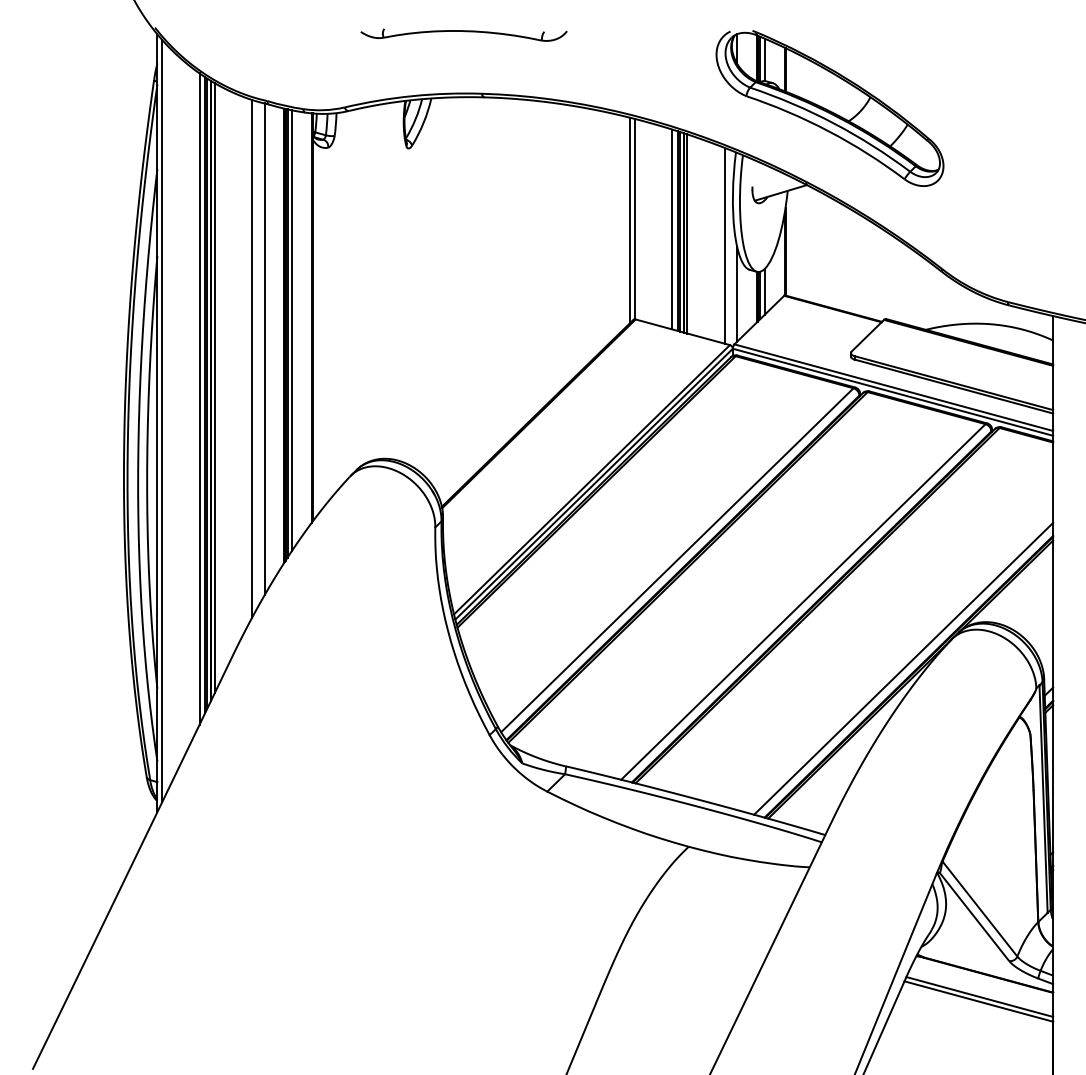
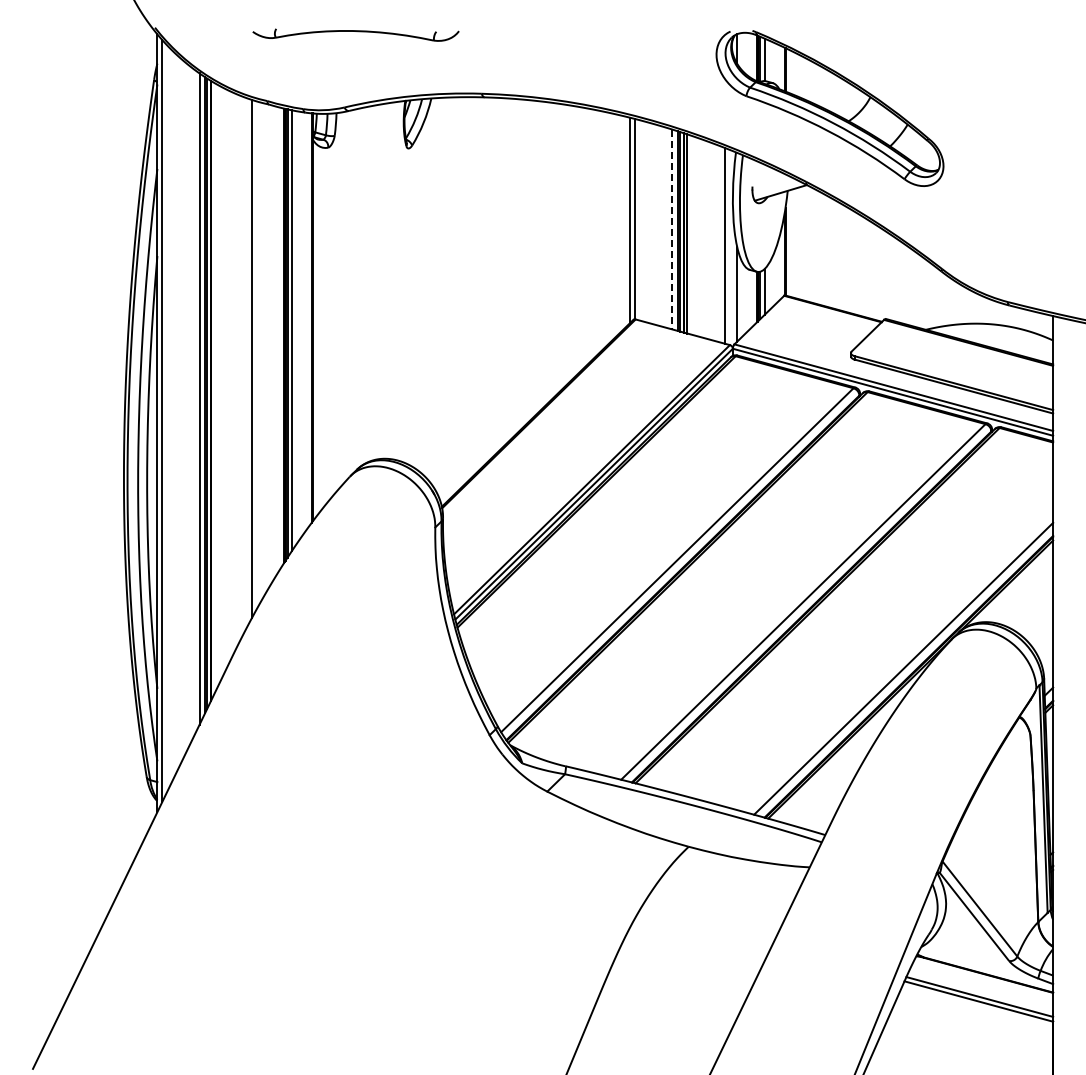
part at (463, 34) position: (463, 34) -> (355, 34)
line at (672, 229): solid -> dashed
line at (264, 349): present -> none
line at (214, 388): present -> none
